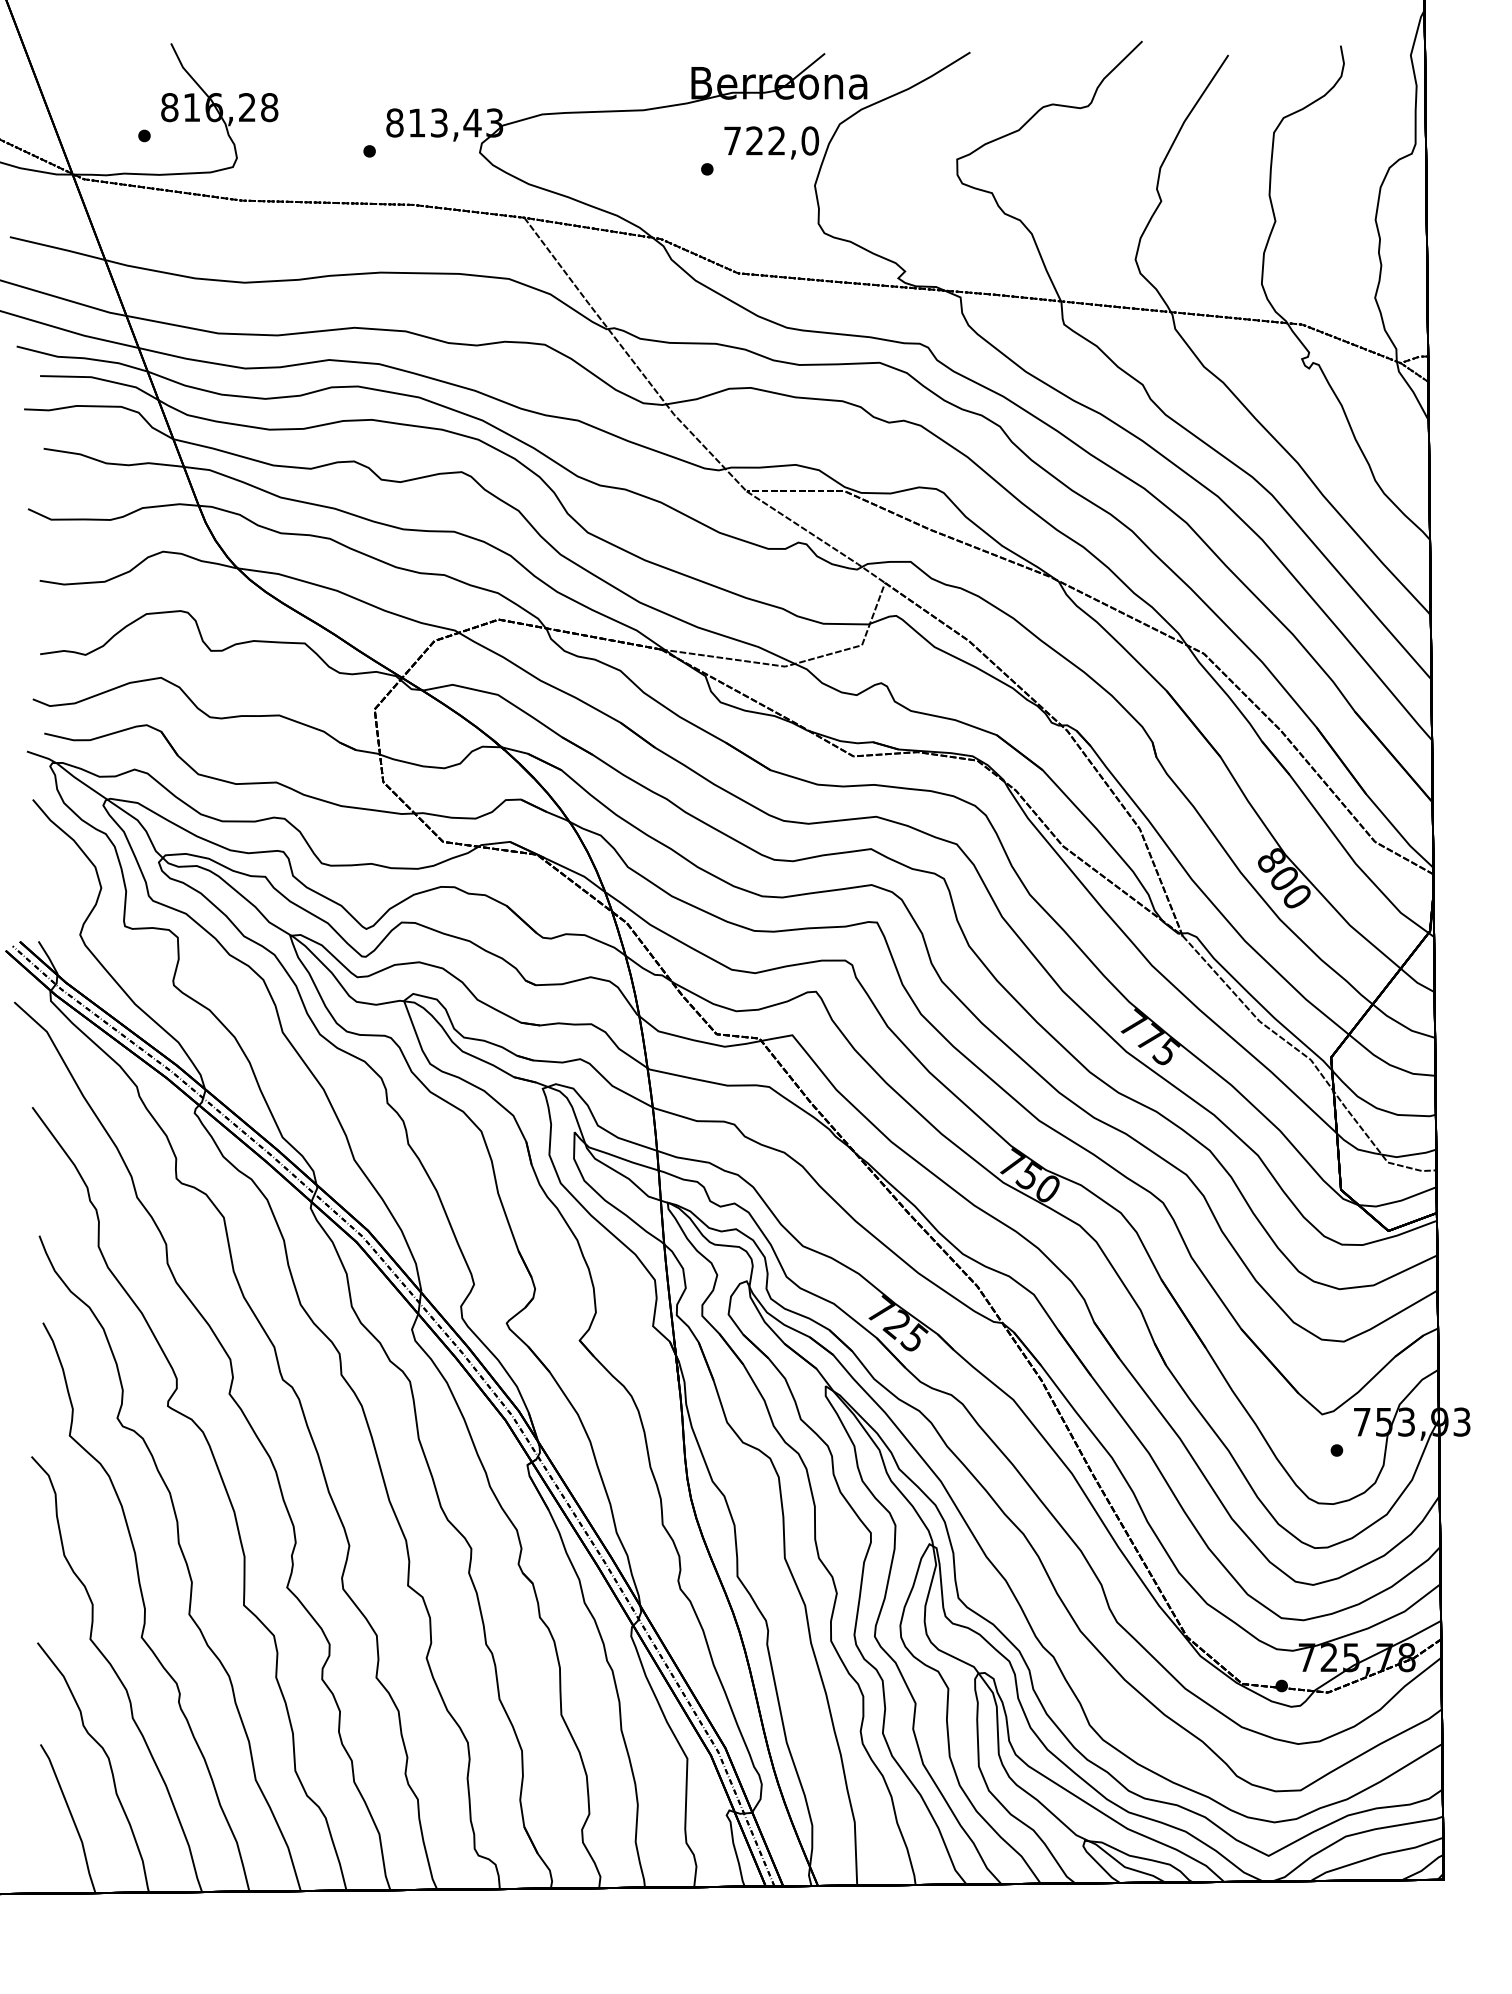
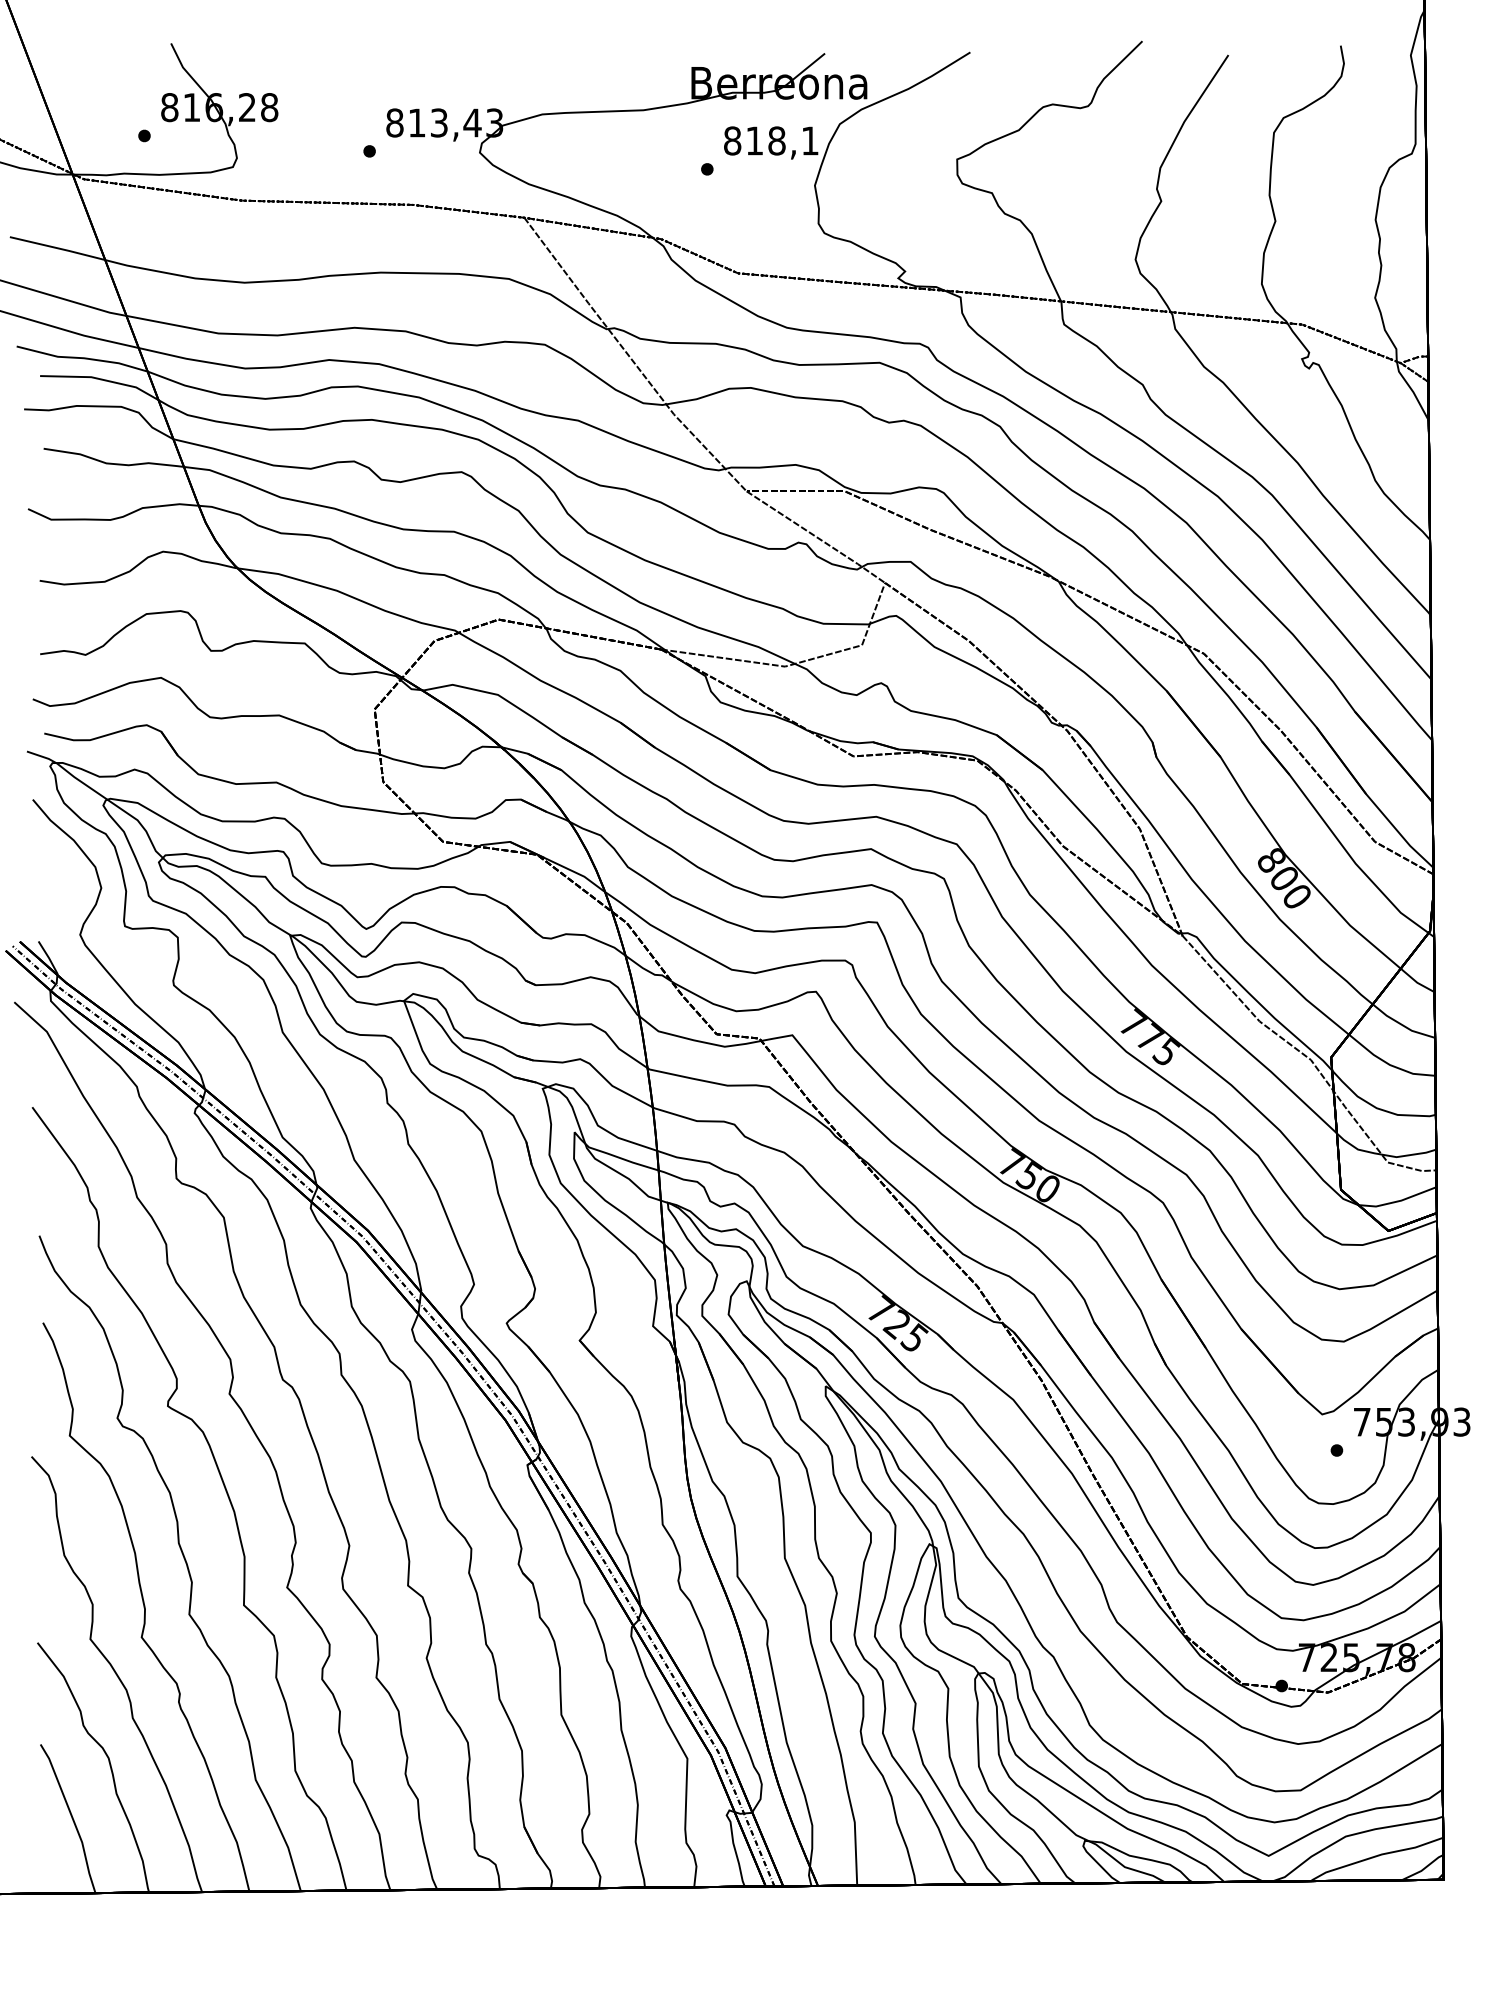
text at (771, 140): 722,0 -> 818,1
